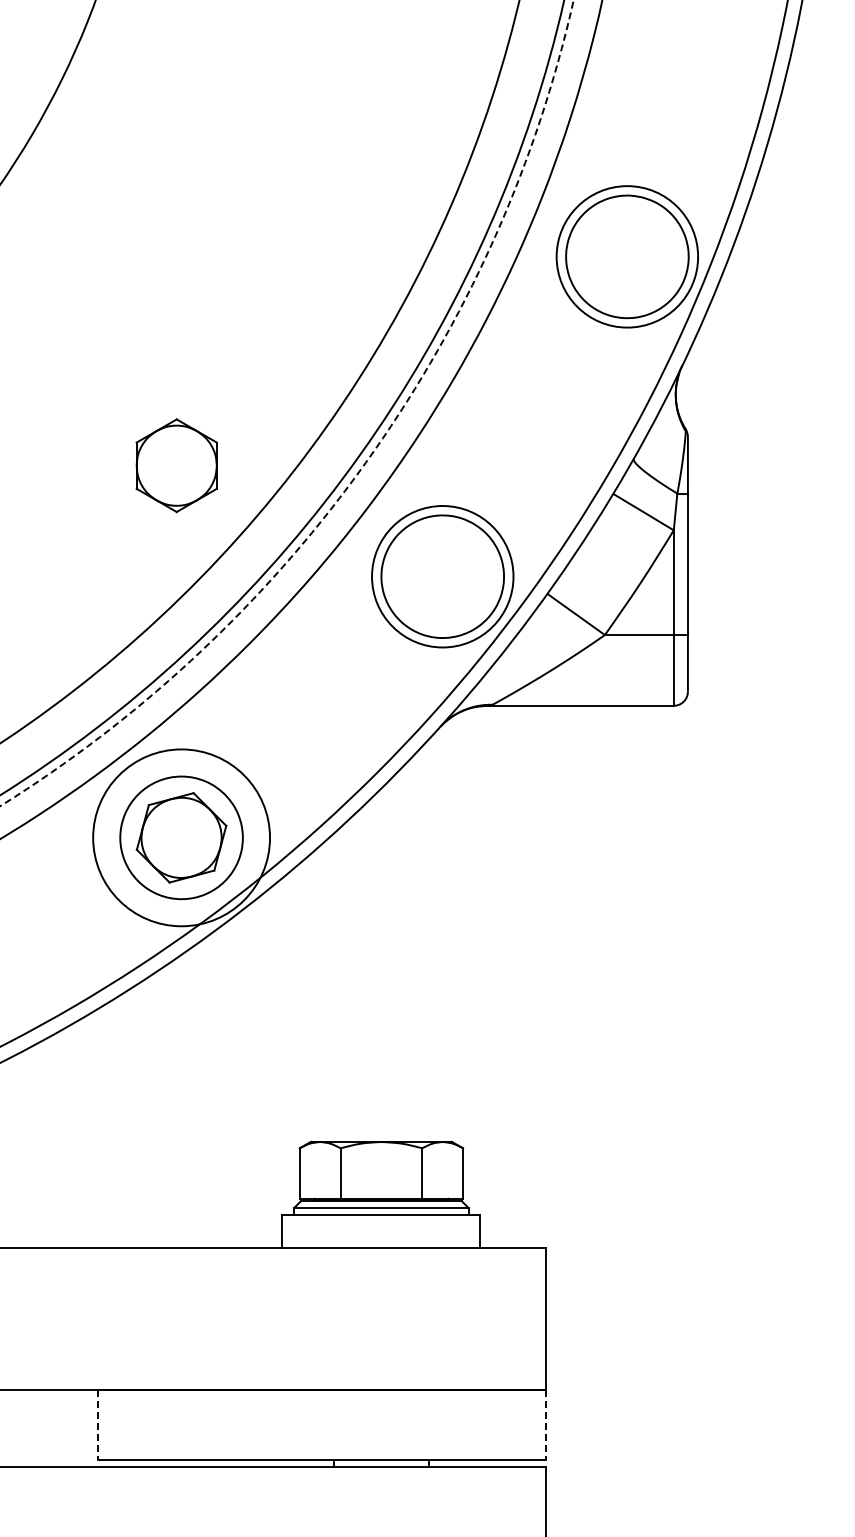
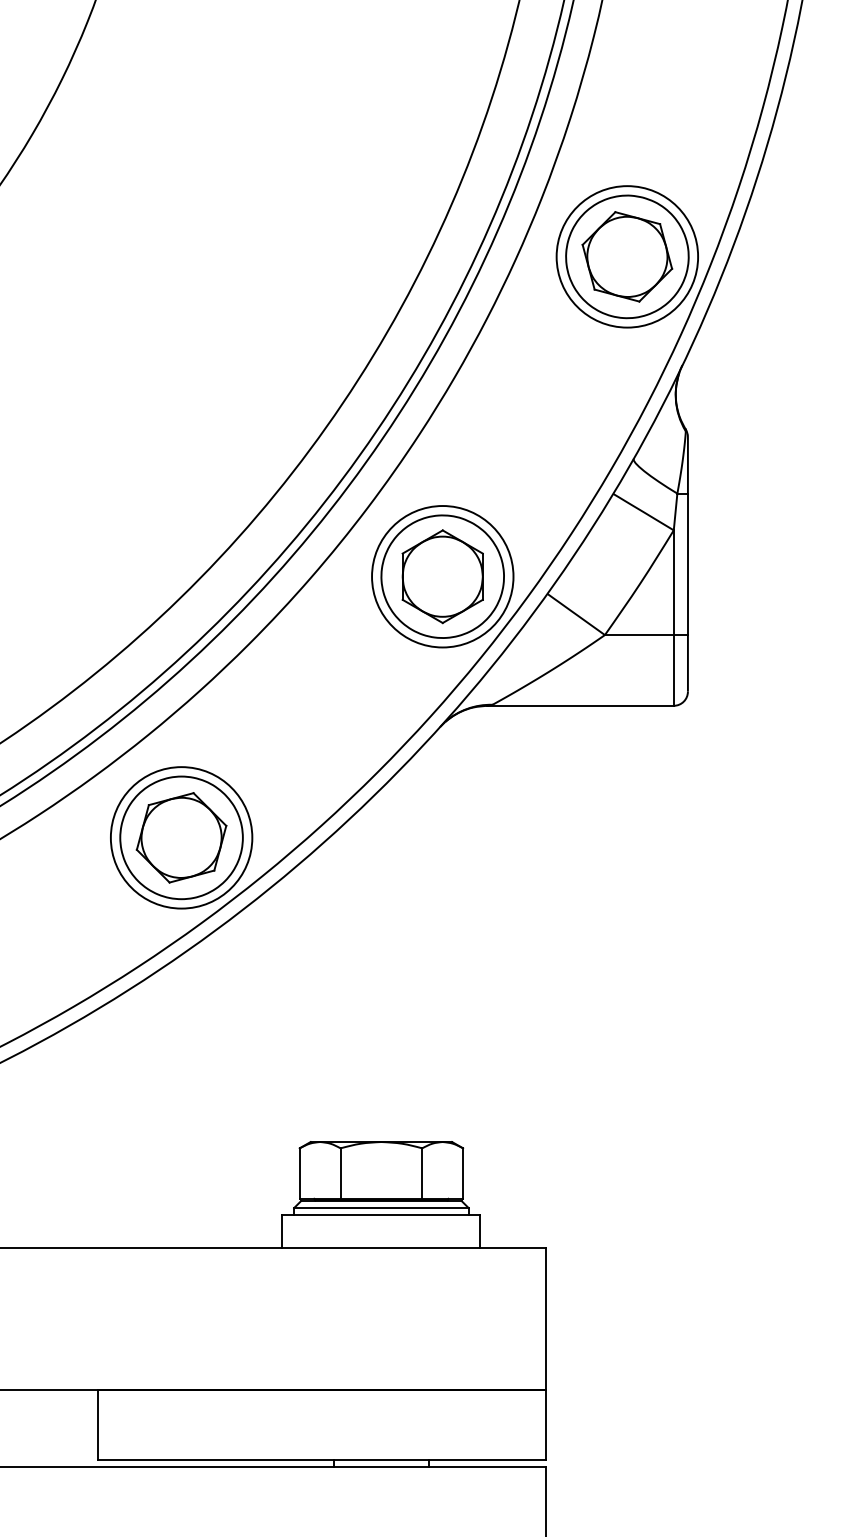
part at (627, 256): none -> present
arc at (367, 460): dashed -> solid
part at (176, 465) position: (176, 465) -> (442, 576)
circle at (181, 837) diameter: 177 px -> 141 px
line at (98, 1425): dashed -> solid
line at (546, 1425): dashed -> solid
